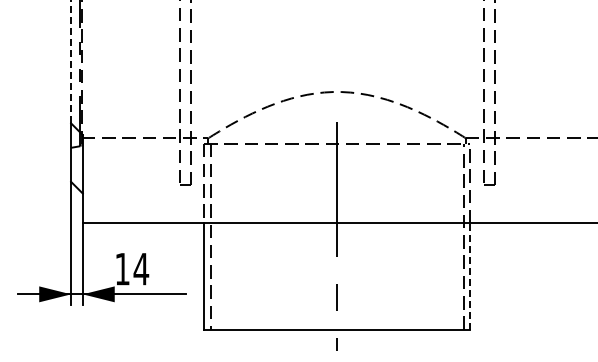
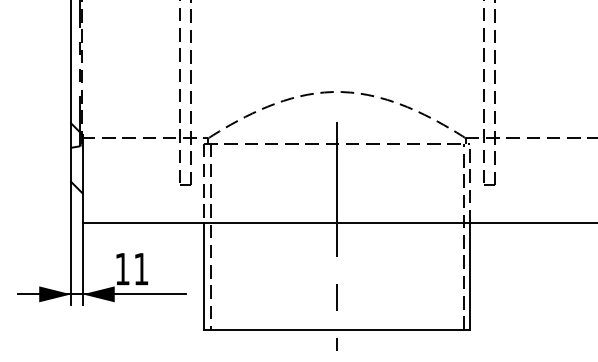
line at (71, 61): dashed -> solid
text at (141, 269): 14 -> 11
line at (470, 276): dashed -> solid
